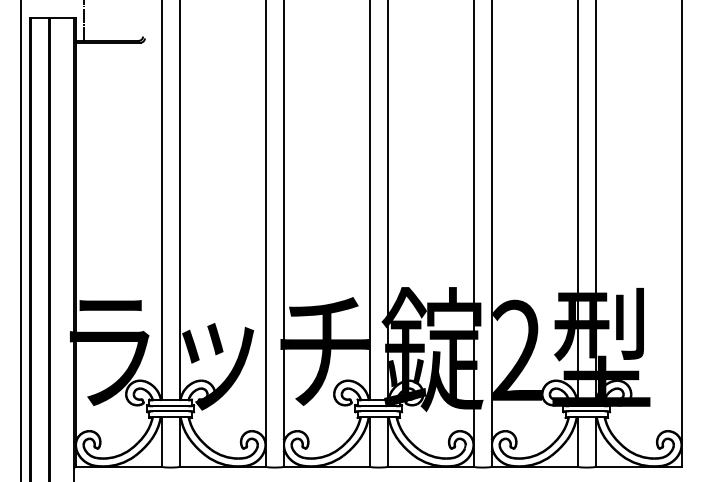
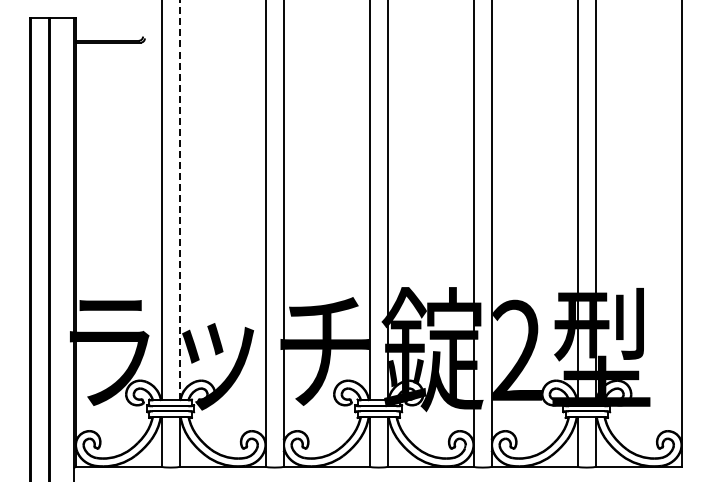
line at (84, 21): present -> none
line at (179, 199): solid -> dashed
line at (21, 240): present -> none
